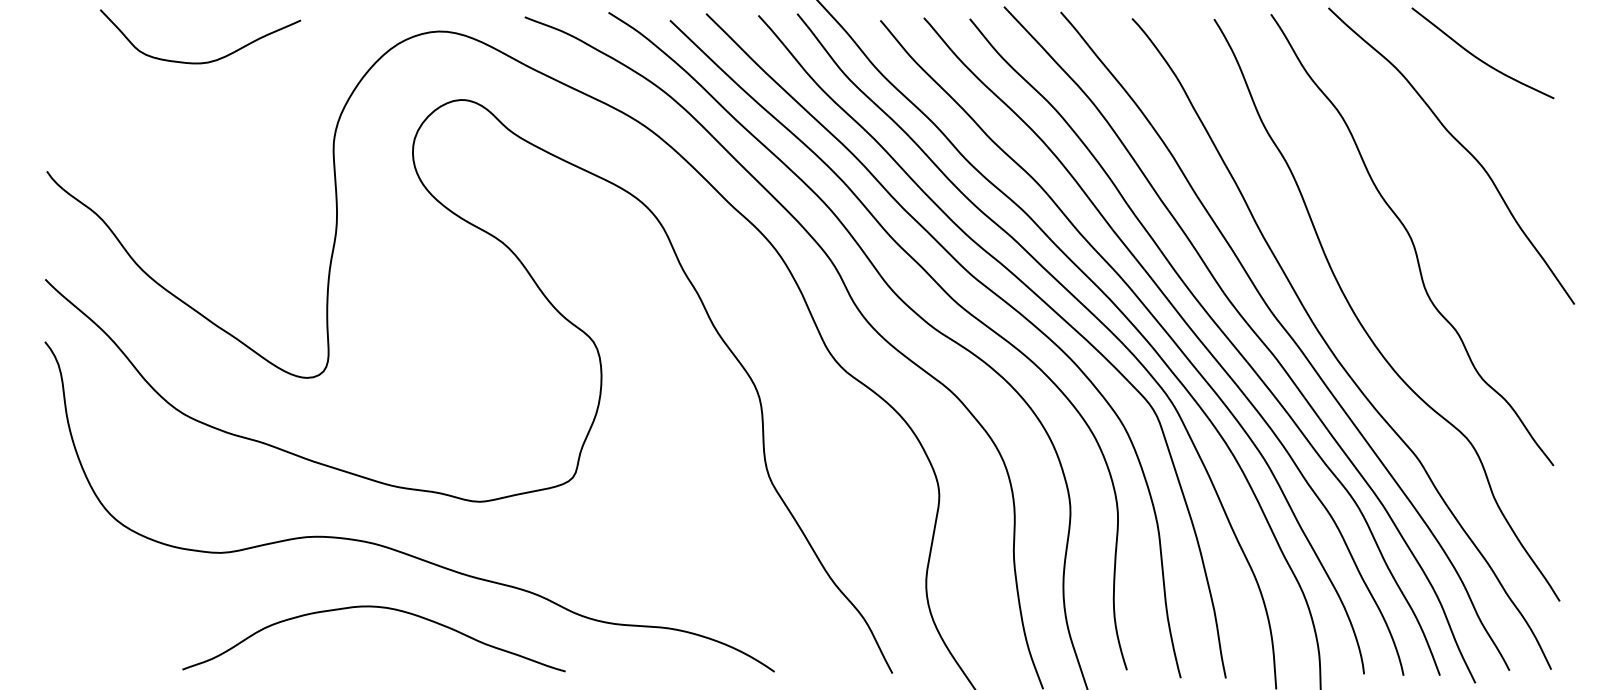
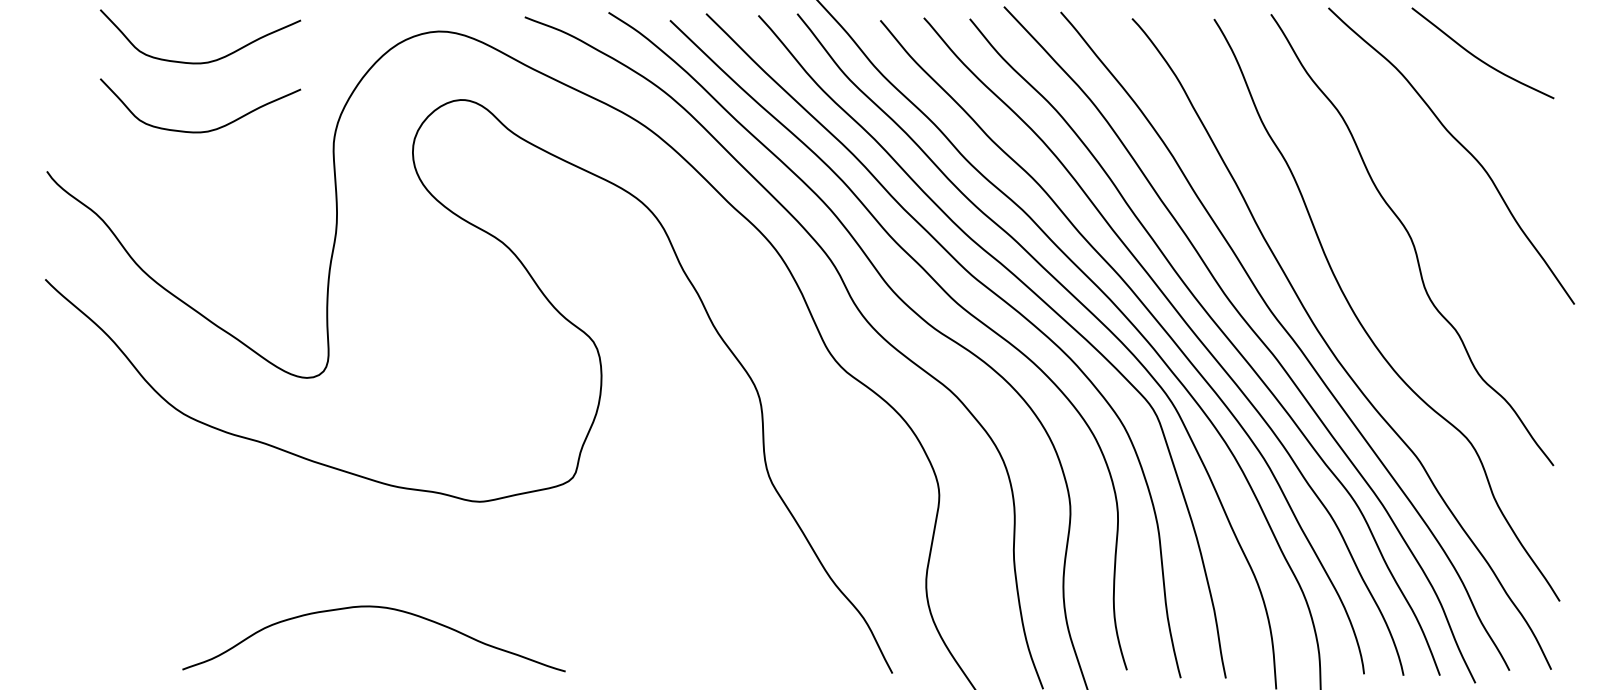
curve at (206, 130): none -> present
curve at (396, 549): present -> none
